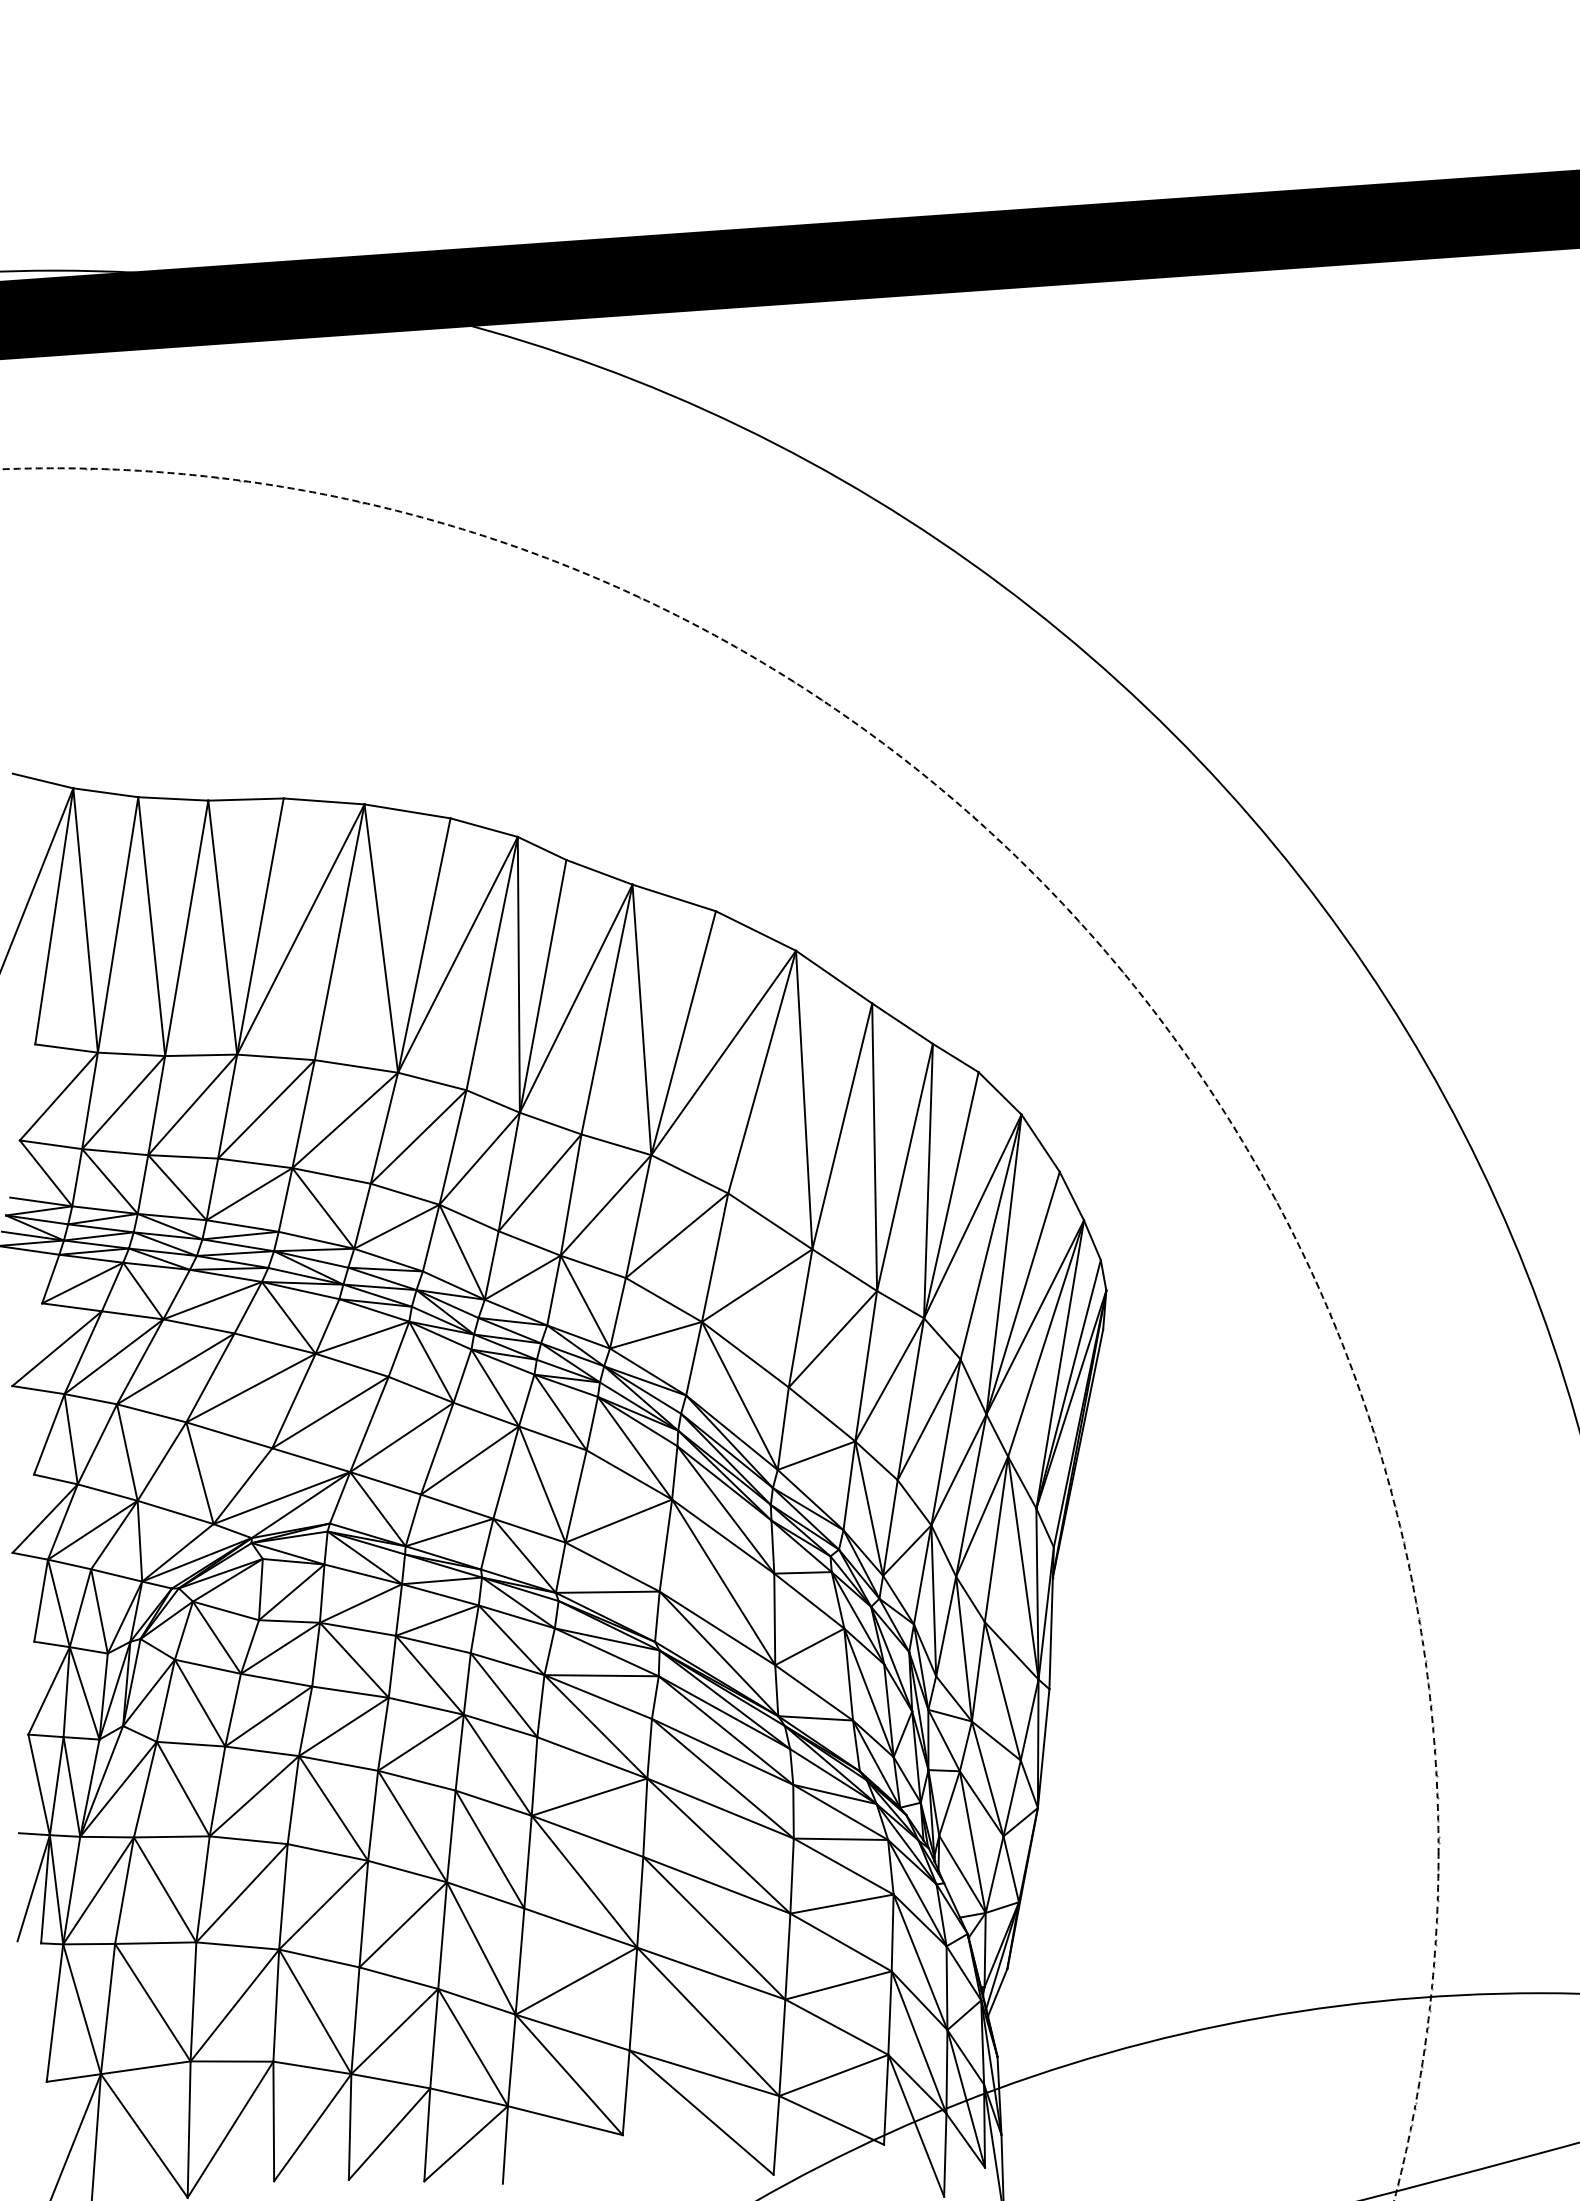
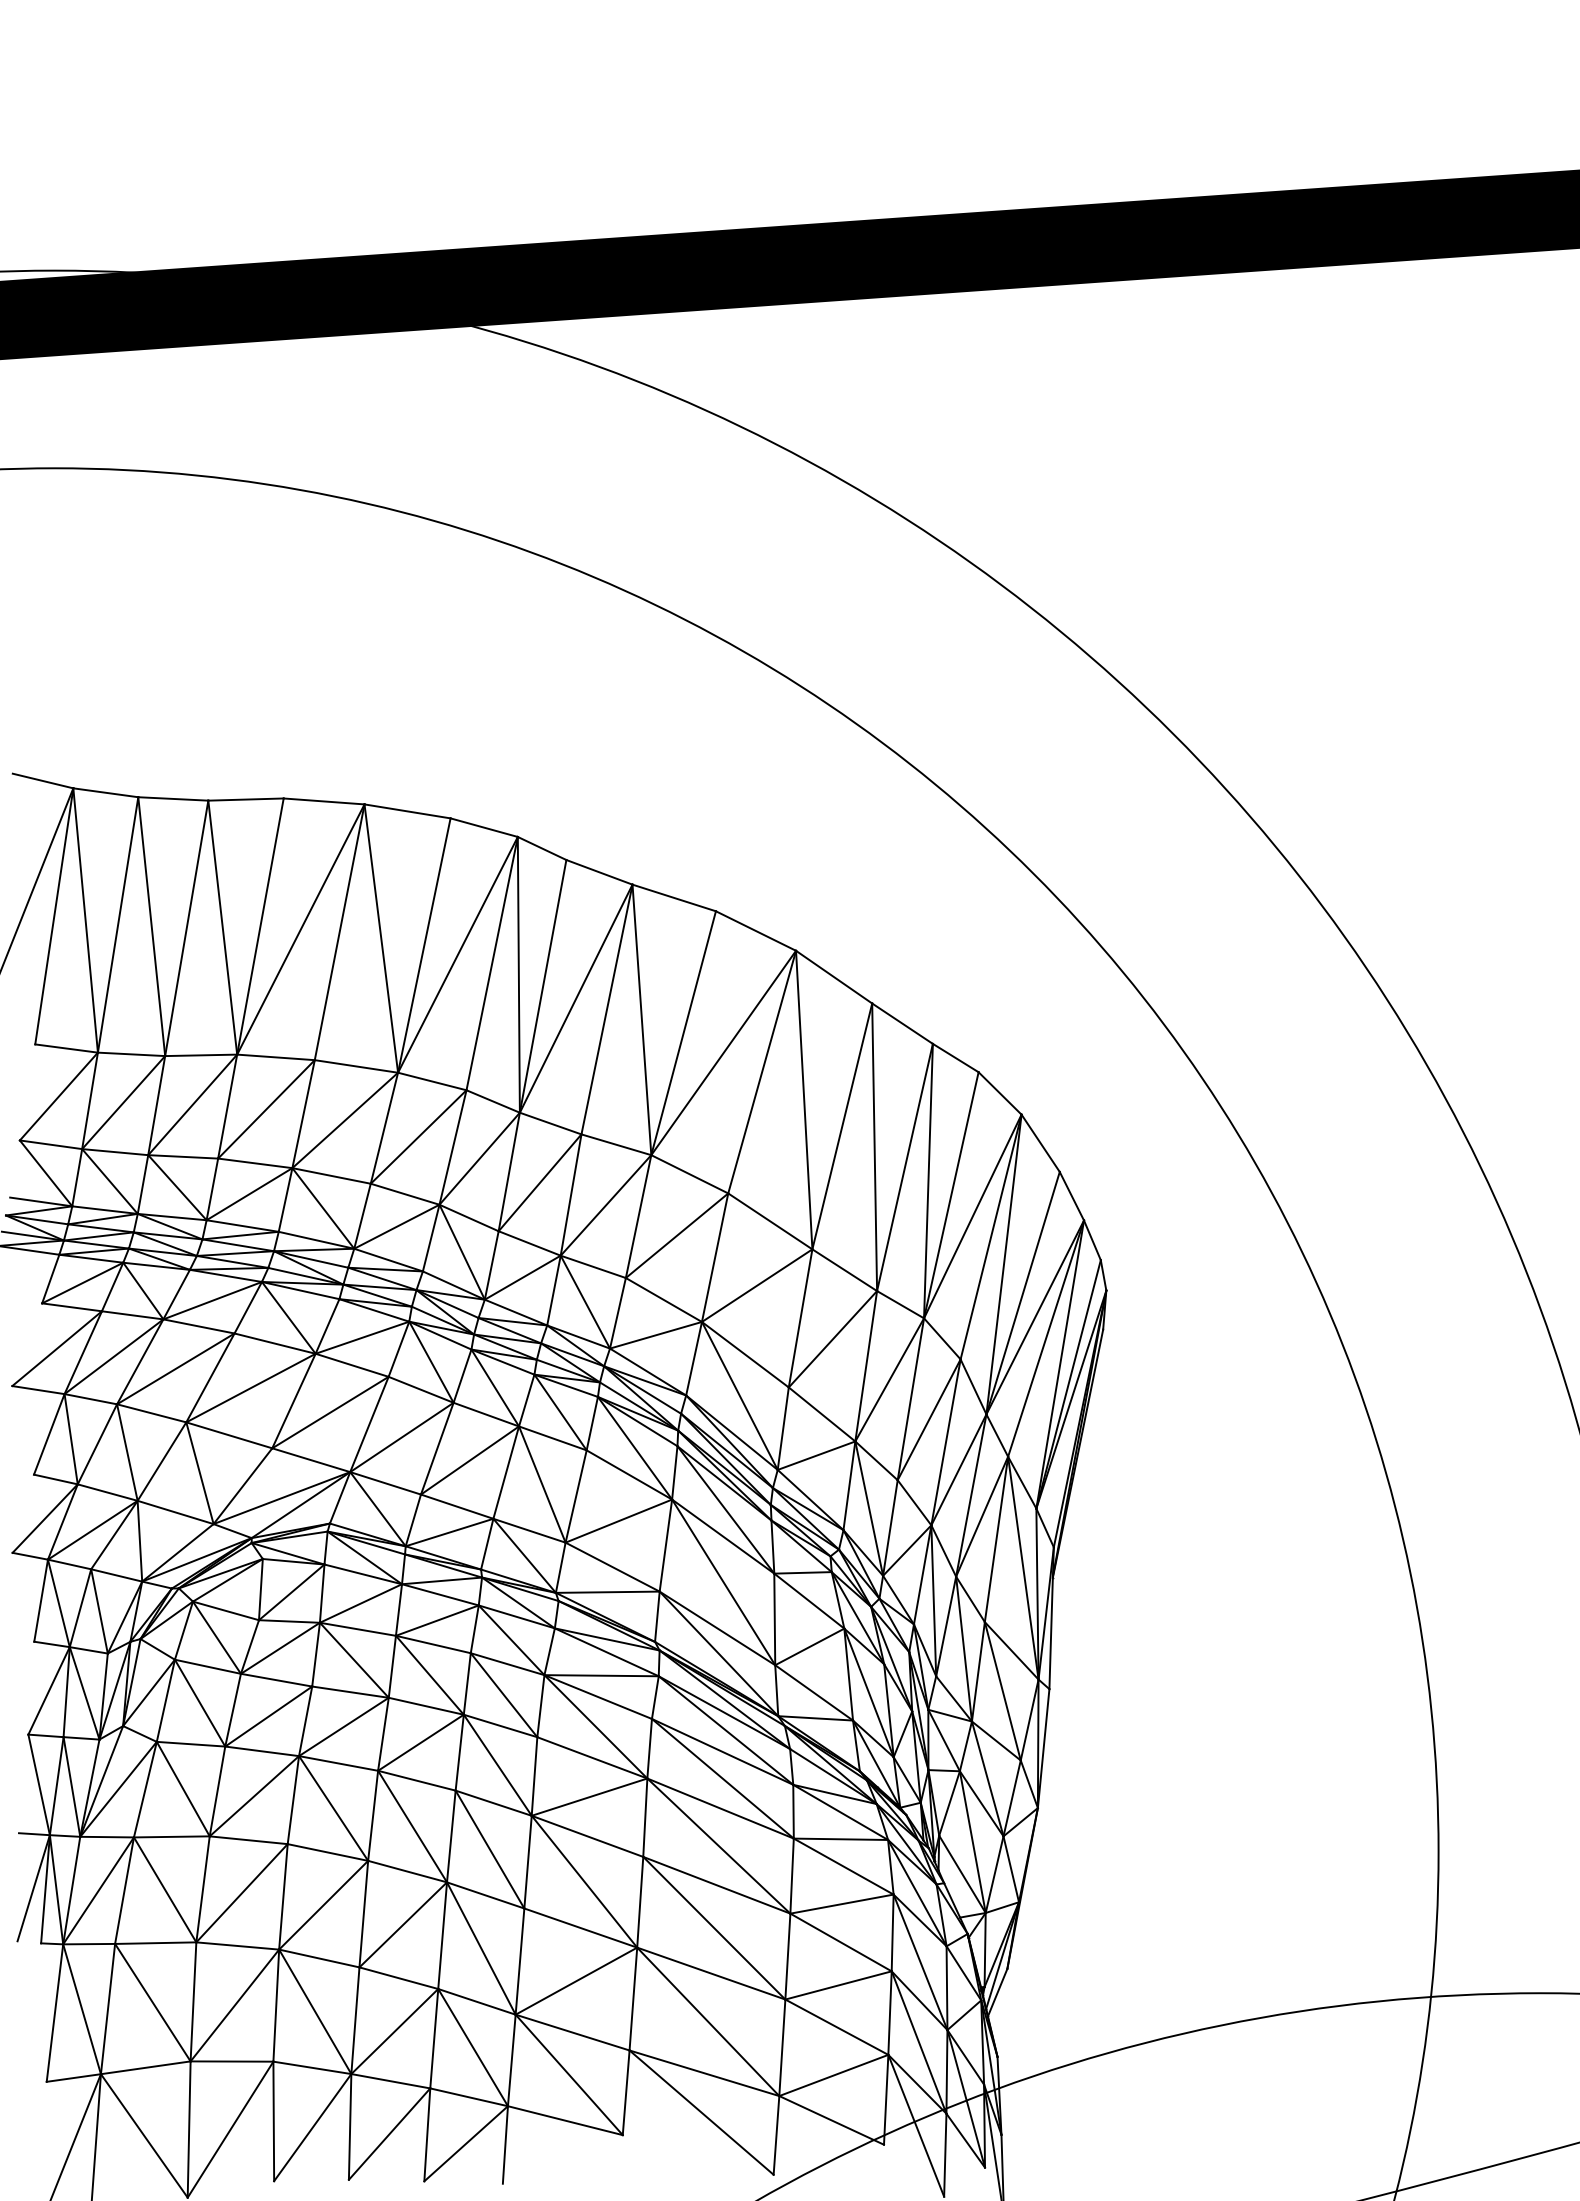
circle at (719, 1334): dashed -> solid
